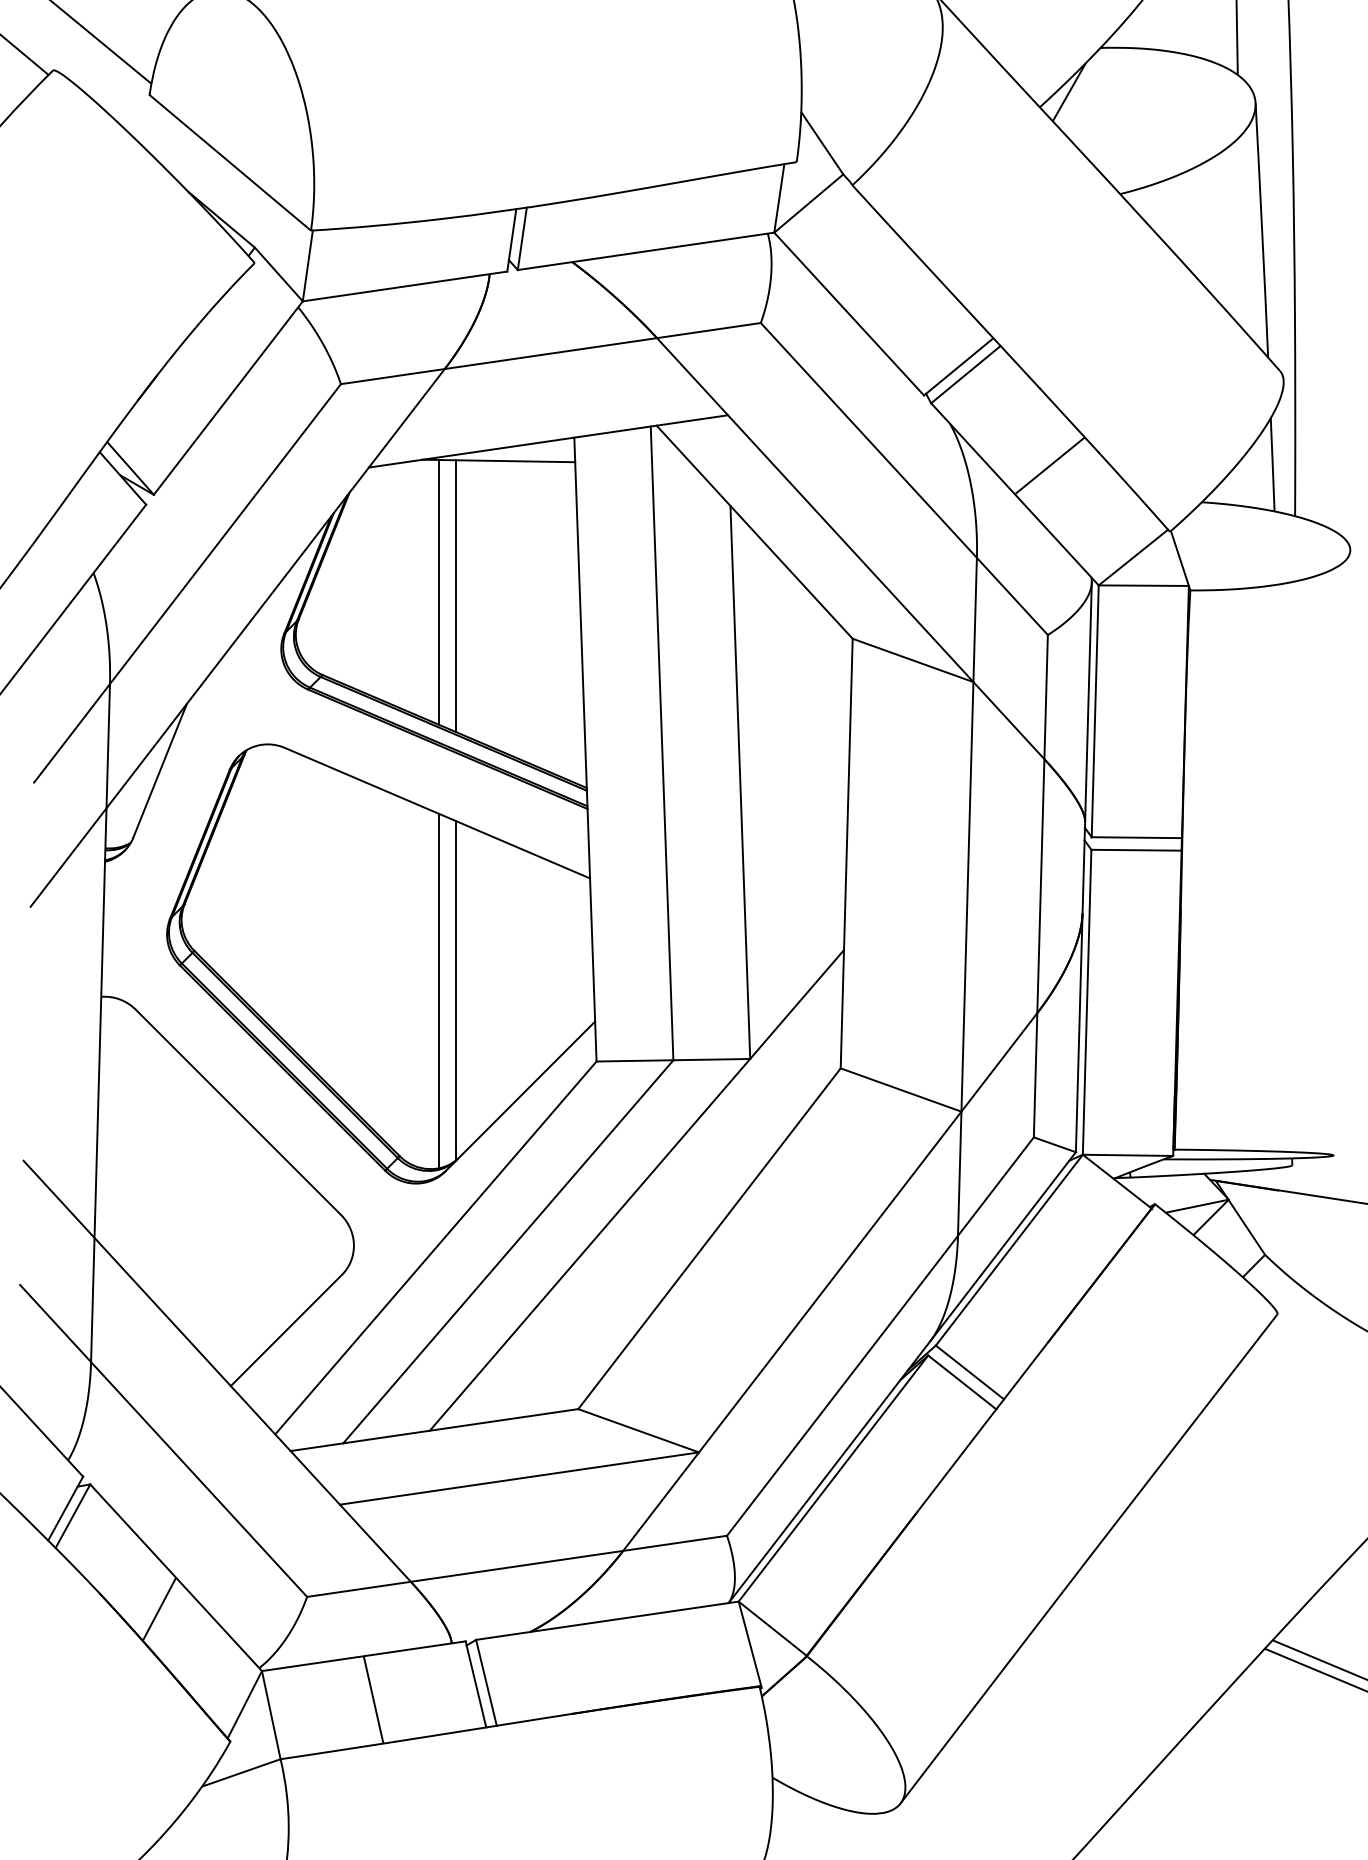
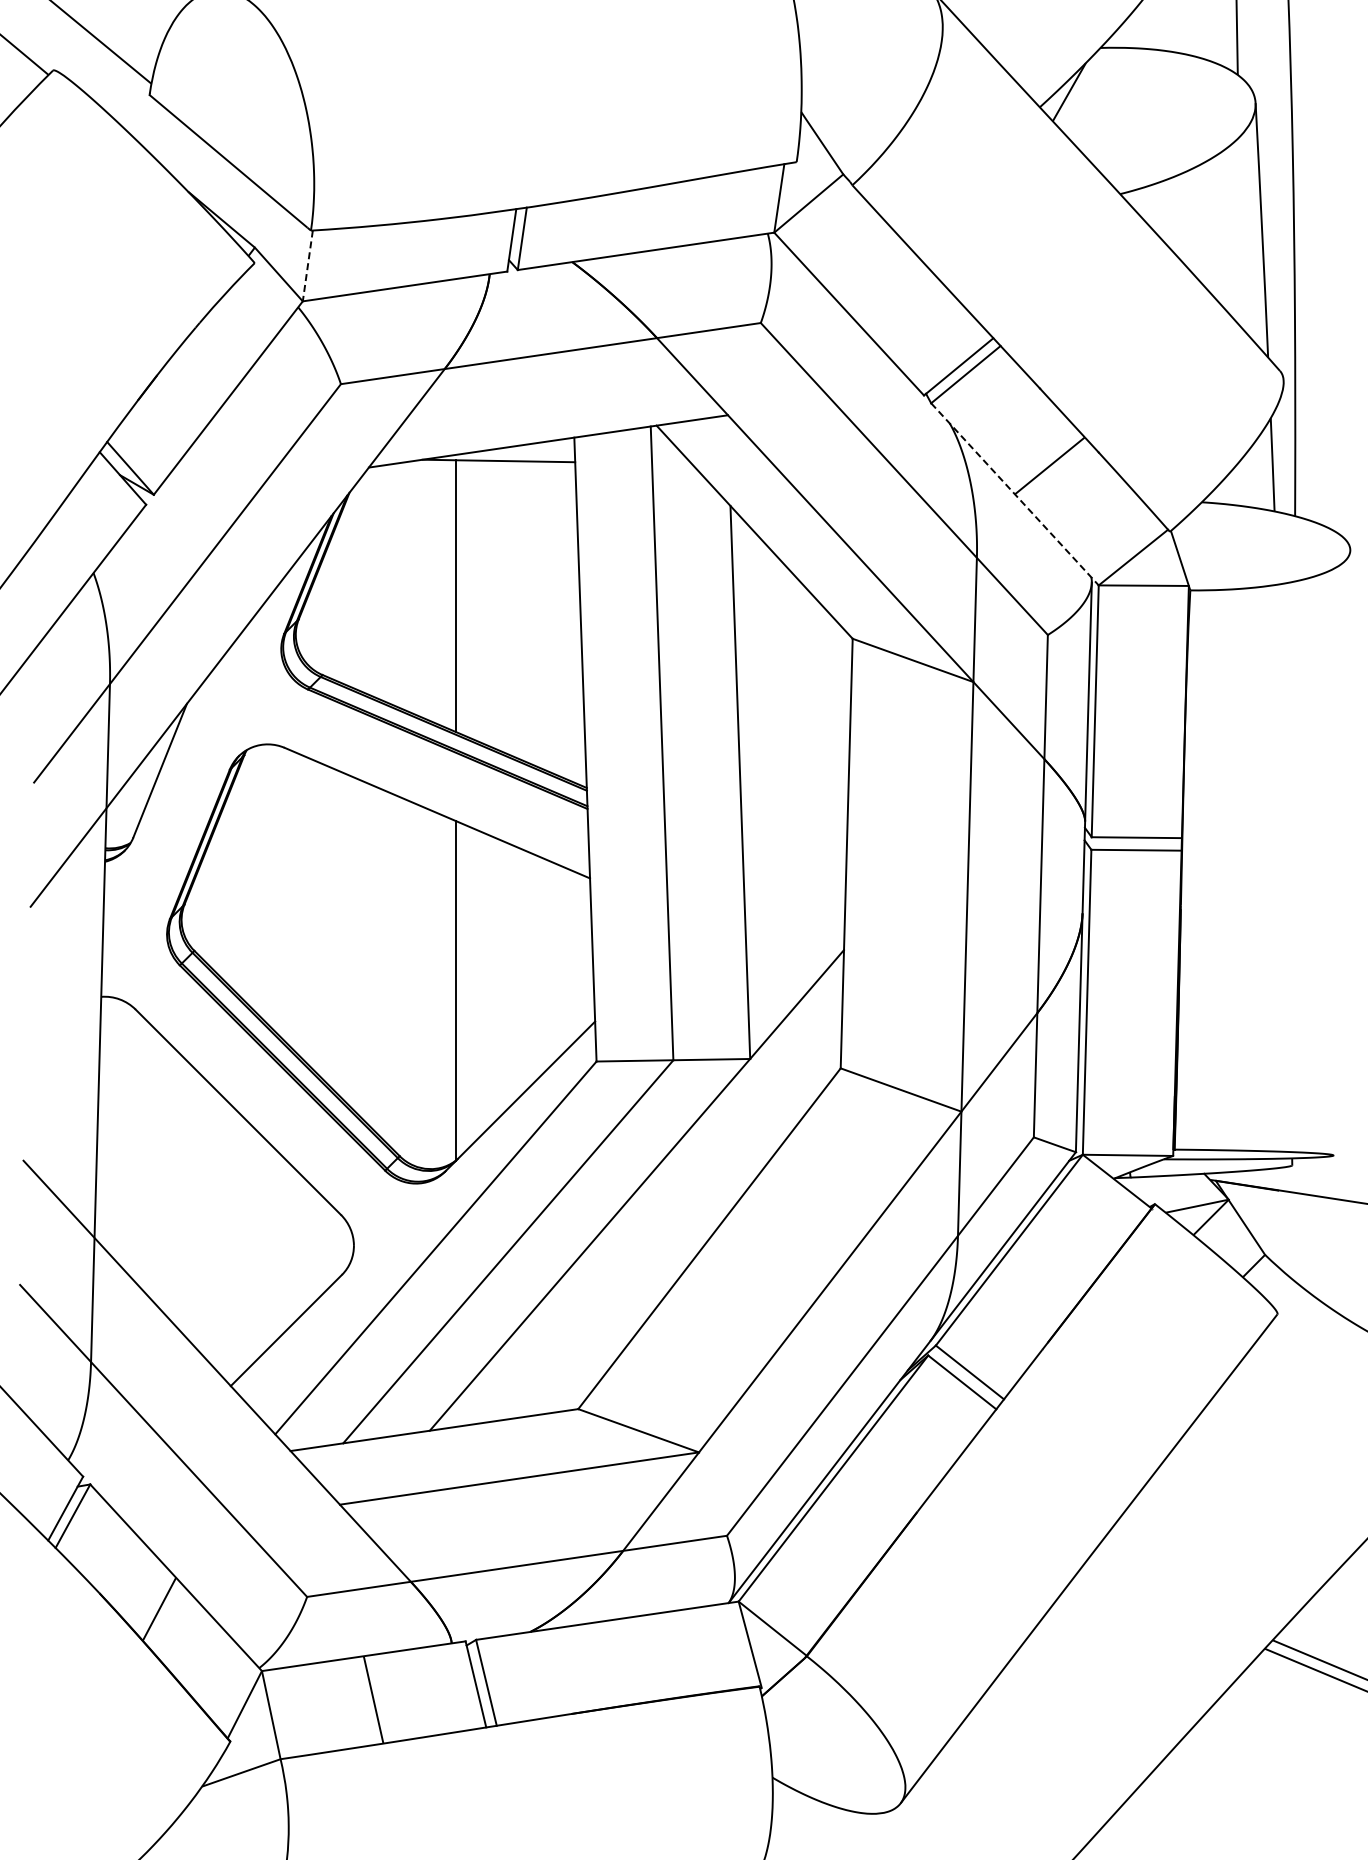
line at (307, 265): solid -> dashed
line at (1014, 494): solid -> dashed
line at (438, 591): present -> none
line at (438, 990): present -> none
